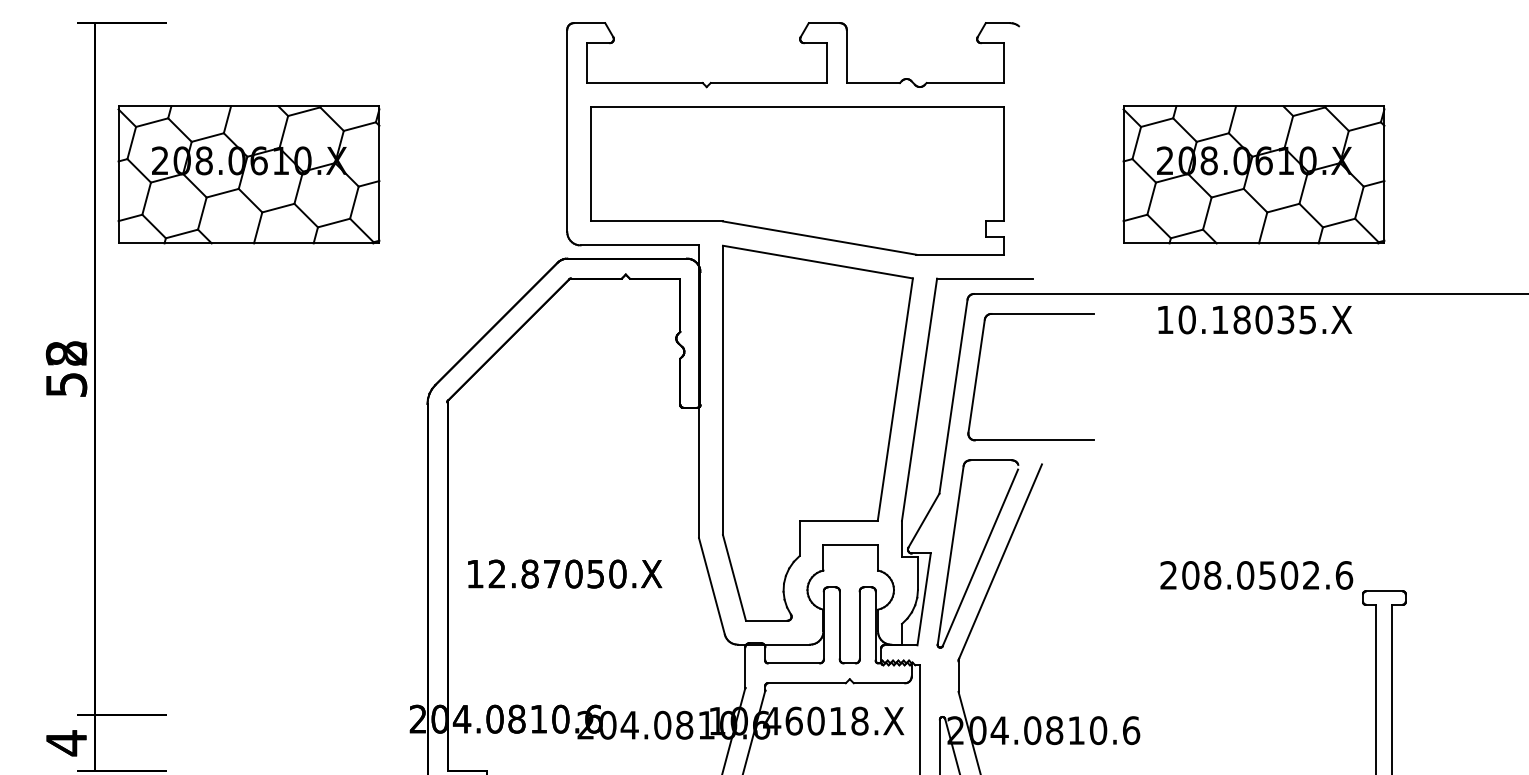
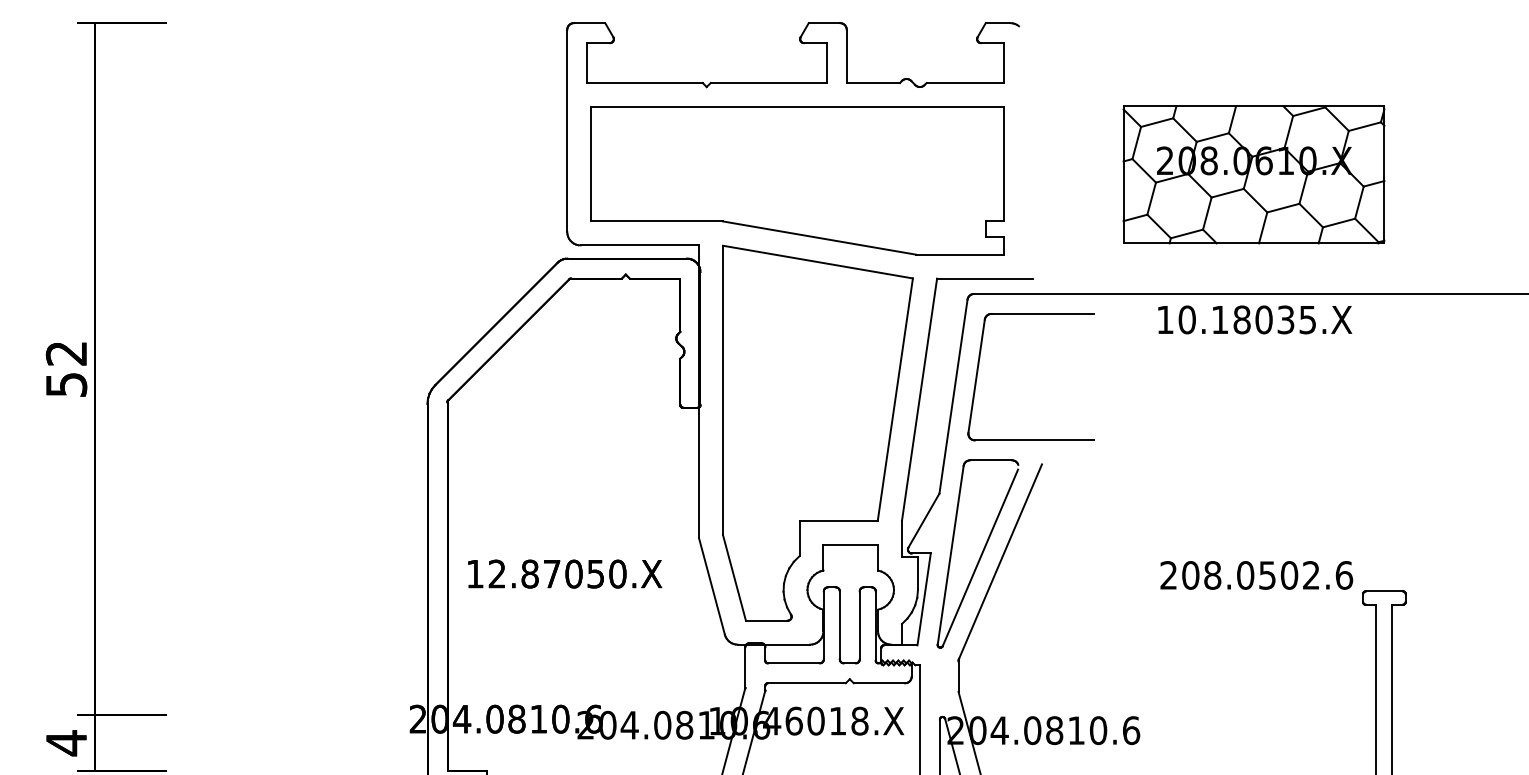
part at (248, 174): present -> none
text at (66, 353): 58 -> 52
